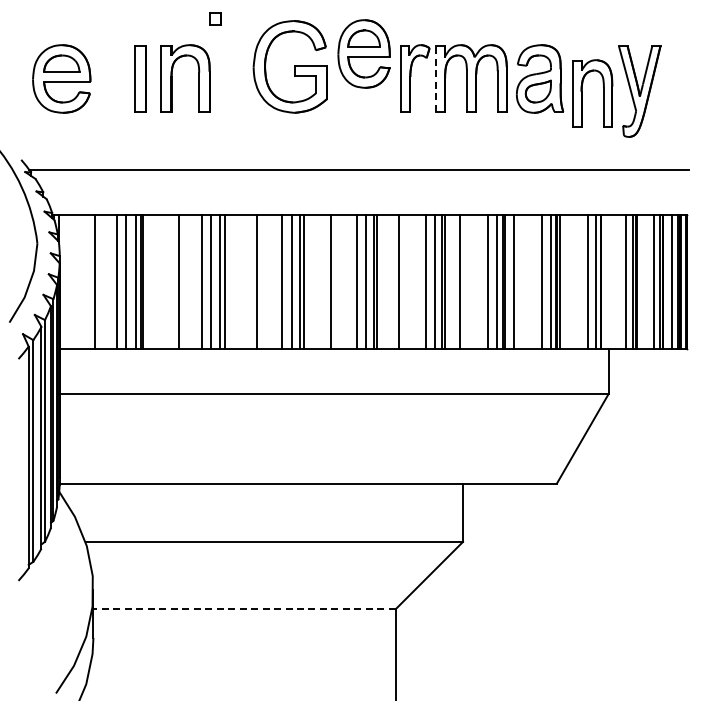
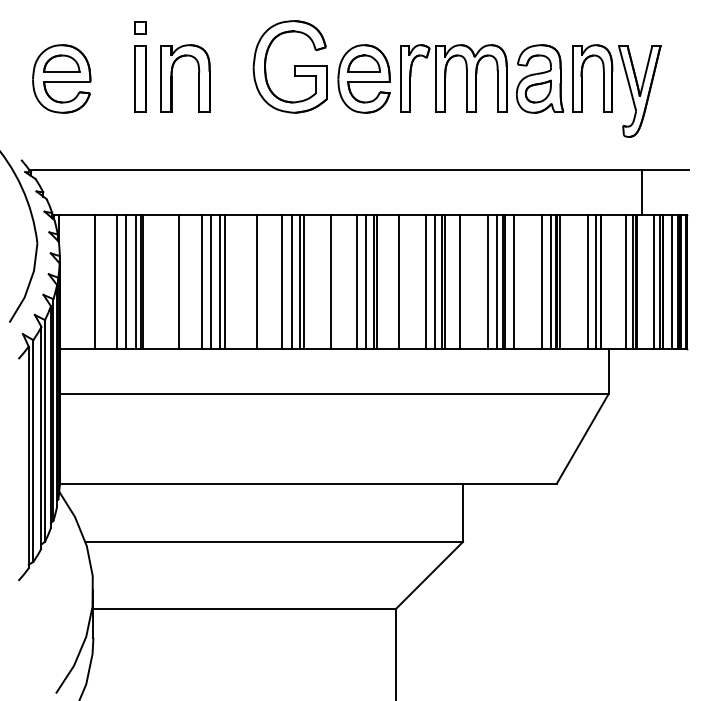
part at (215, 18) position: (215, 18) -> (140, 27)
part at (363, 53) position: (363, 53) -> (363, 78)
line at (435, 79): dashed -> solid
part at (582, 93) position: (582, 93) -> (582, 78)
line at (642, 192): none -> present
line at (244, 609): dashed -> solid
